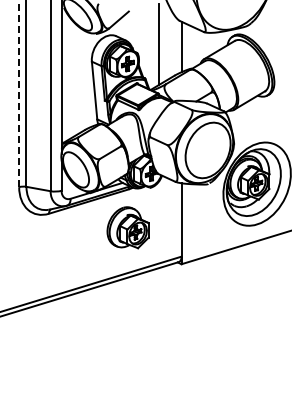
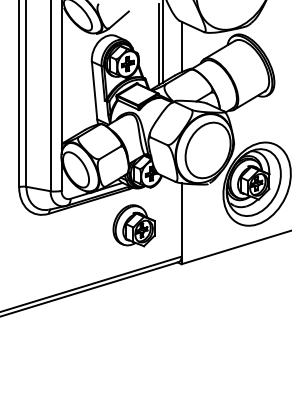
line at (162, 42): none -> present
line at (19, 93): dashed -> solid
part at (127, 227) position: (127, 227) -> (133, 225)
